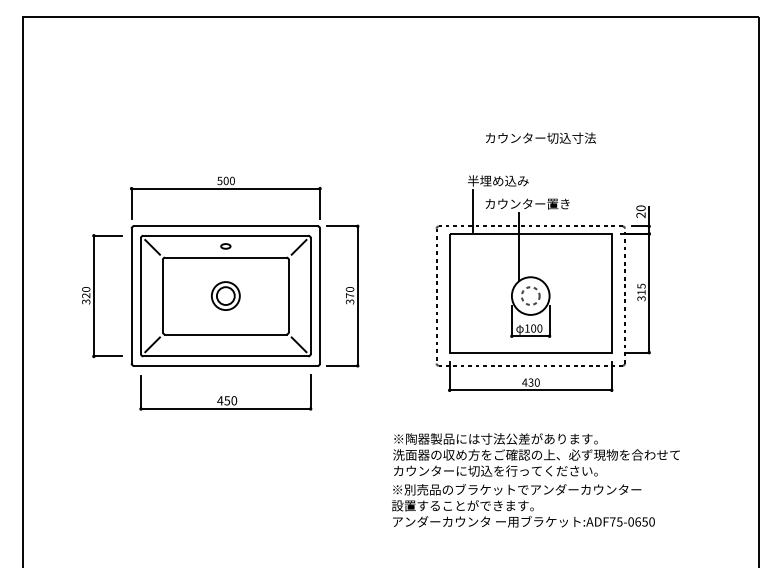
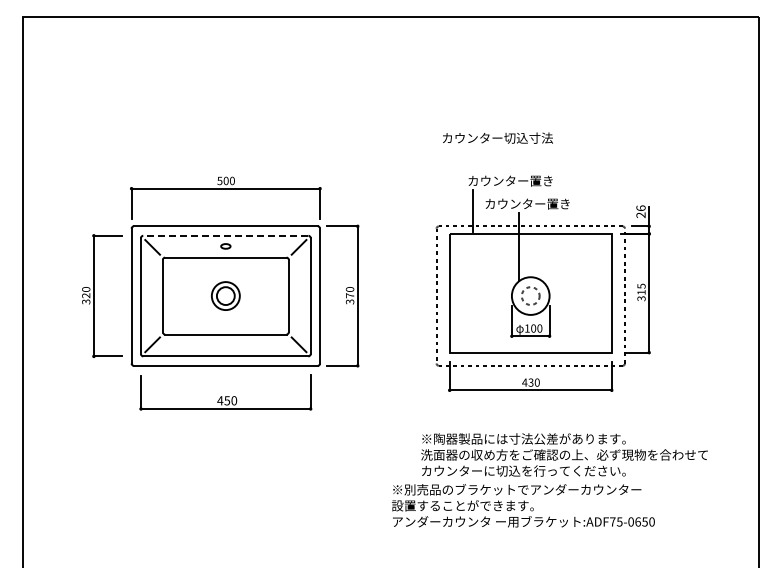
text at (540, 137) position: (540, 137) -> (497, 137)
text at (509, 180): 半埋め込み -> カウンター置き
text at (640, 207): 20 -> 26
line at (225, 235): solid -> dashed
text at (536, 454) position: (536, 454) -> (564, 454)
